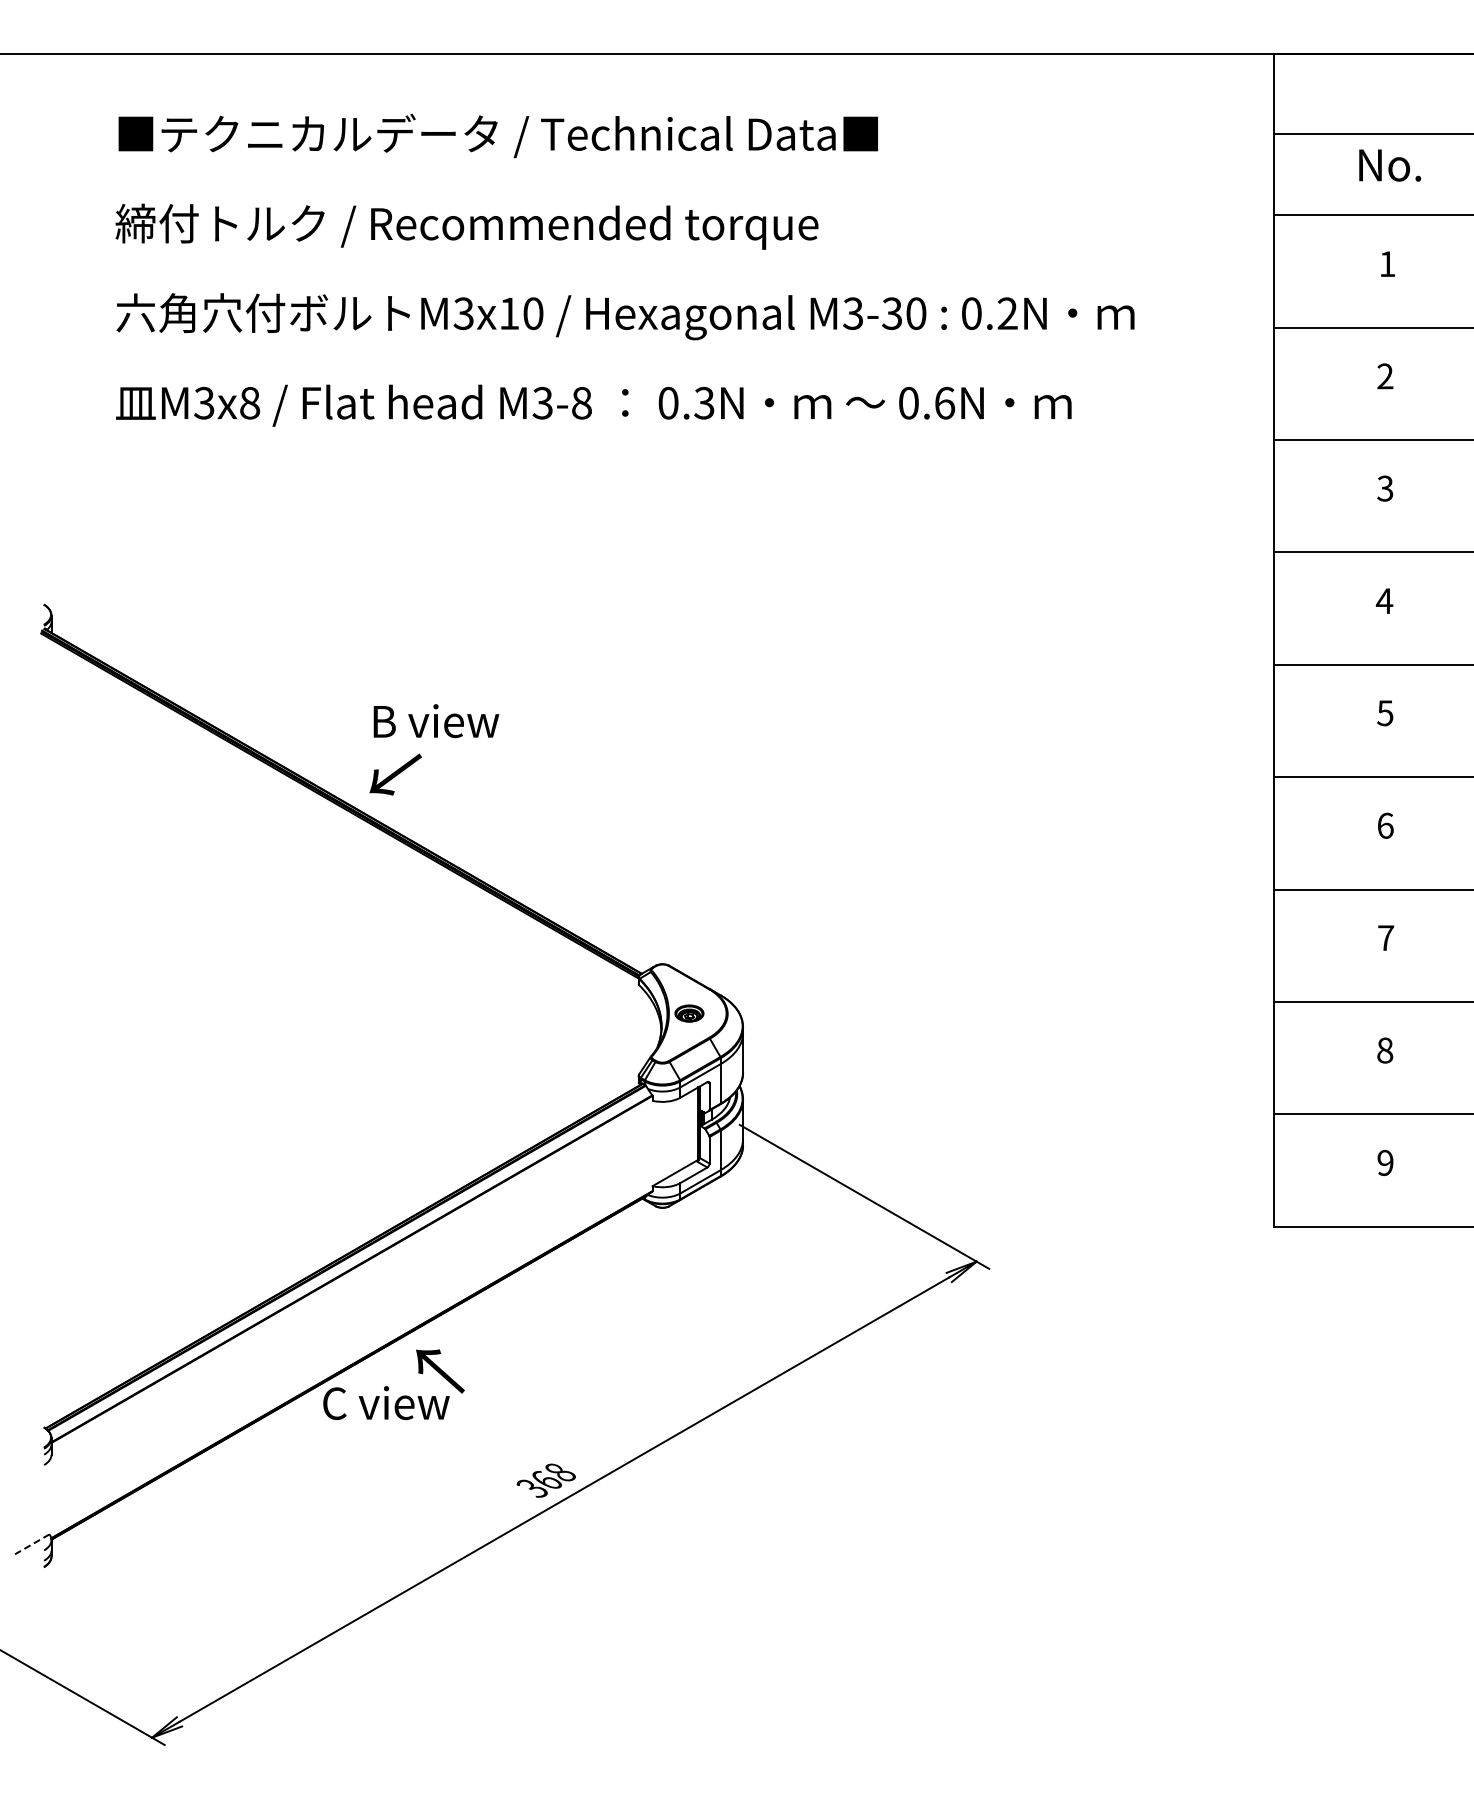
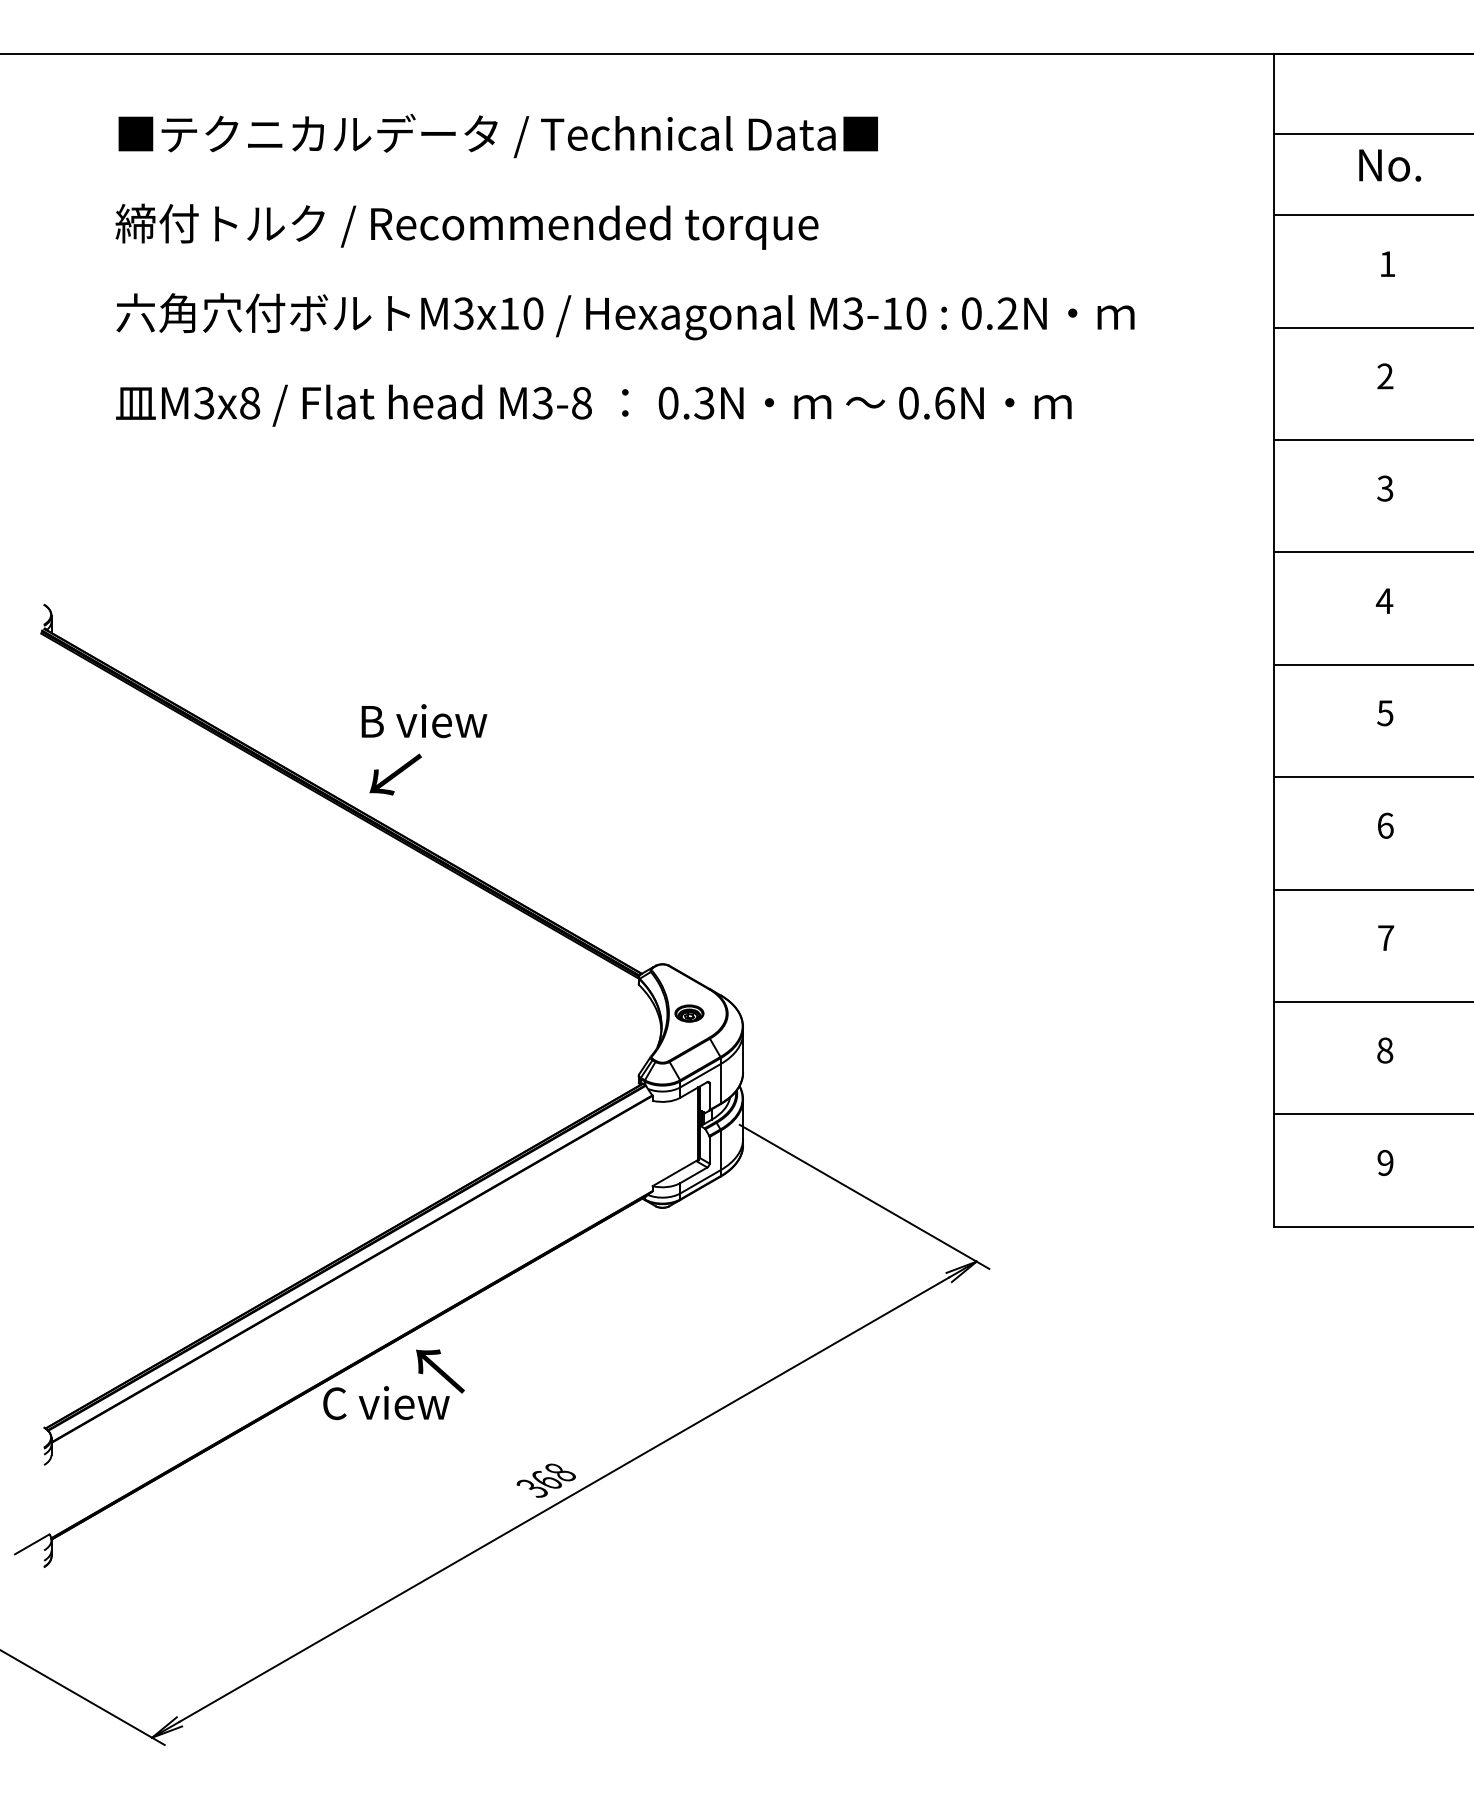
text at (891, 313): M3-30 -> M3-10
text at (436, 721) position: (436, 721) -> (424, 721)
line at (32, 1544): dashed -> solid
